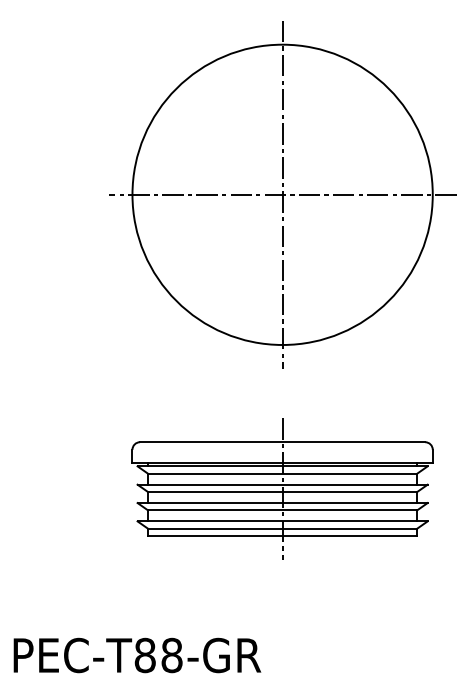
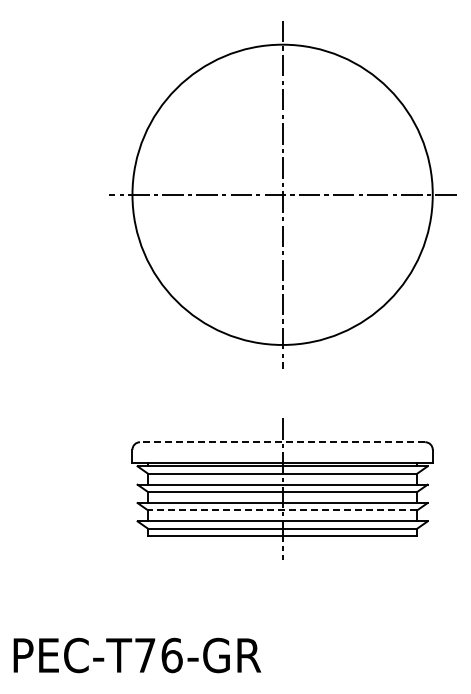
line at (282, 442): solid -> dashed
line at (282, 510): solid -> dashed
text at (158, 655): PEC-T88-GR -> PEC-T76-GR
